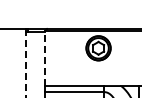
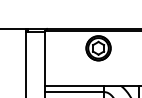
line at (45, 58): dashed -> solid
line at (25, 64): dashed -> solid
